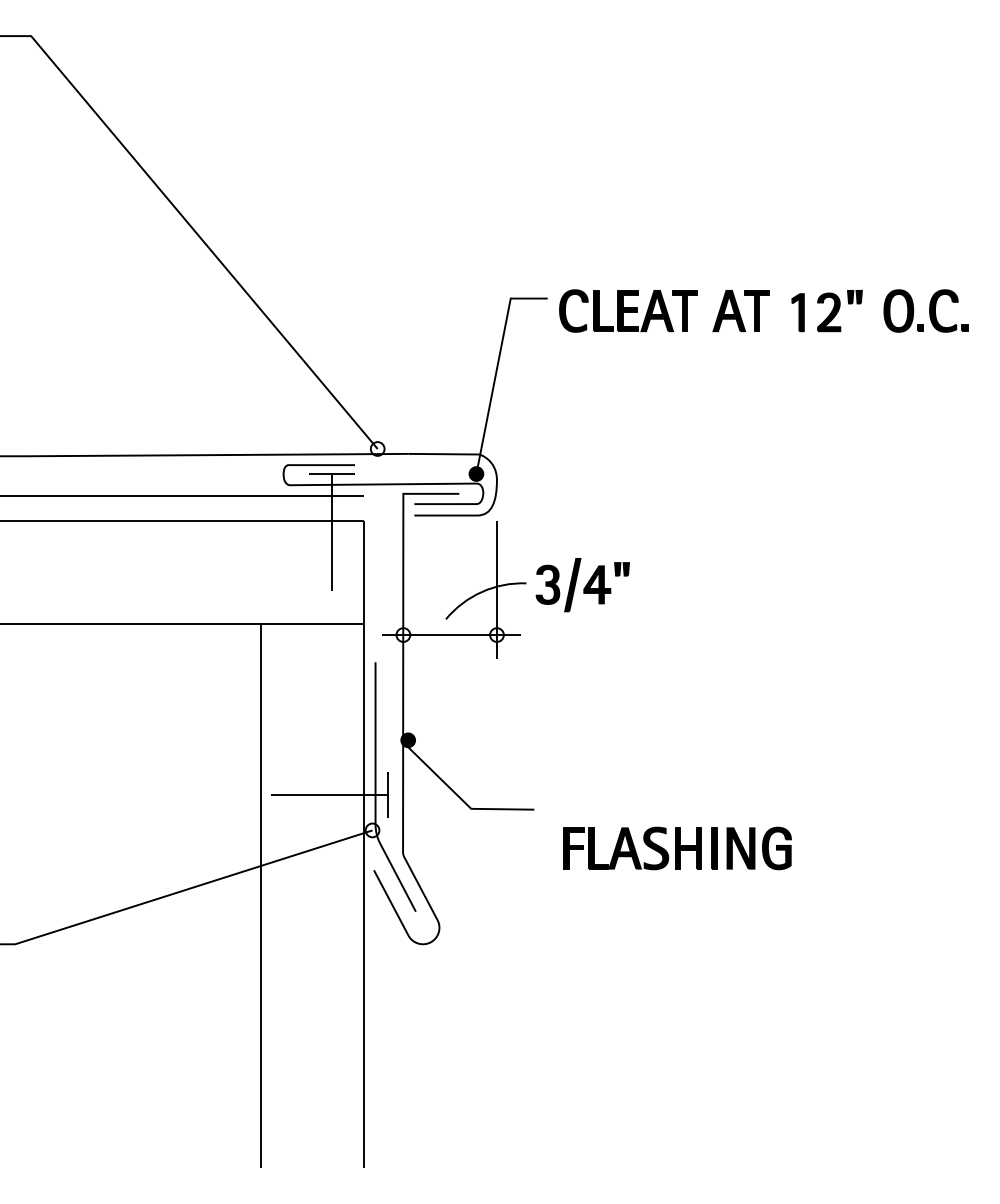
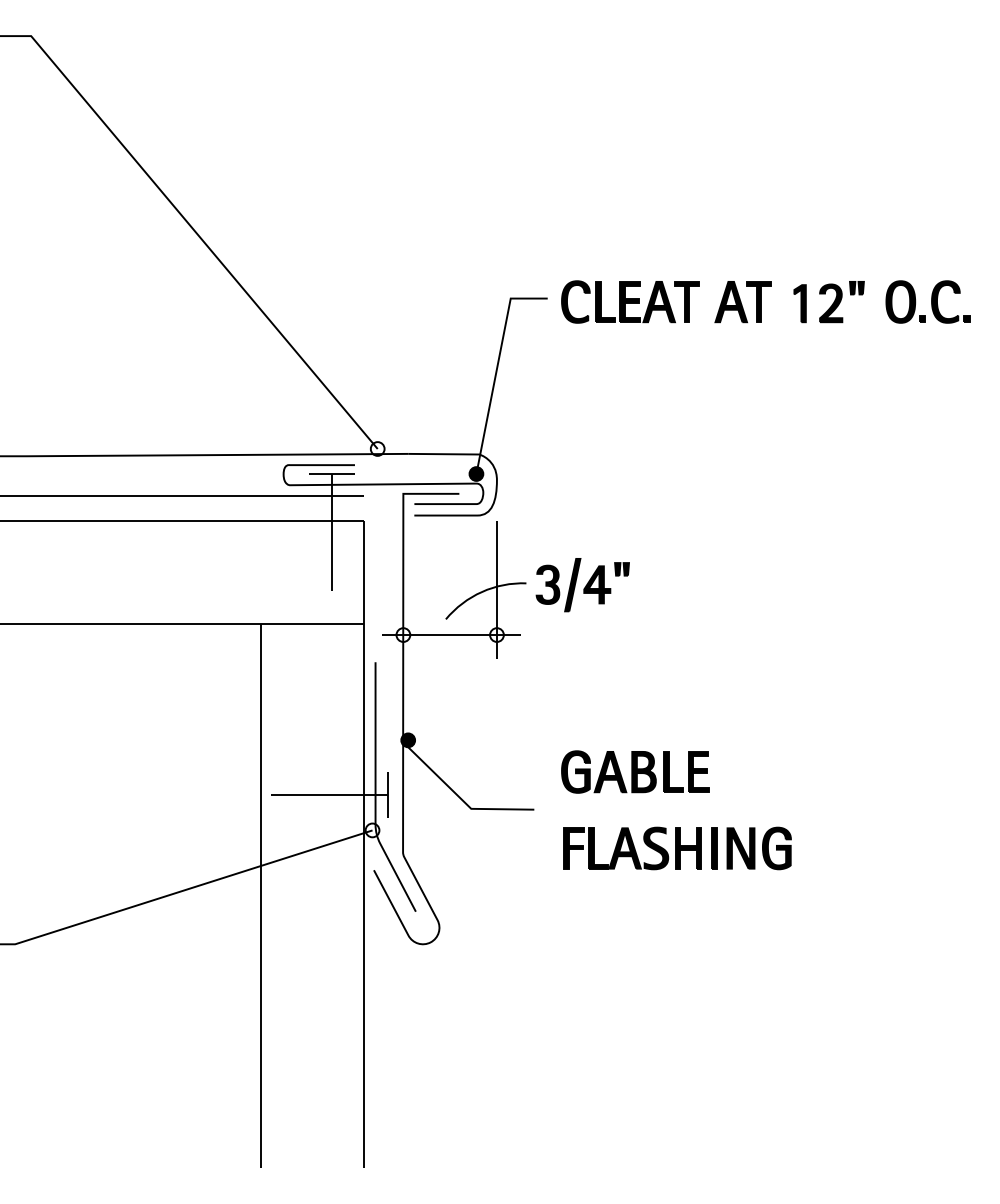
part at (763, 310) position: (763, 310) -> (765, 301)
part at (635, 771): none -> present
